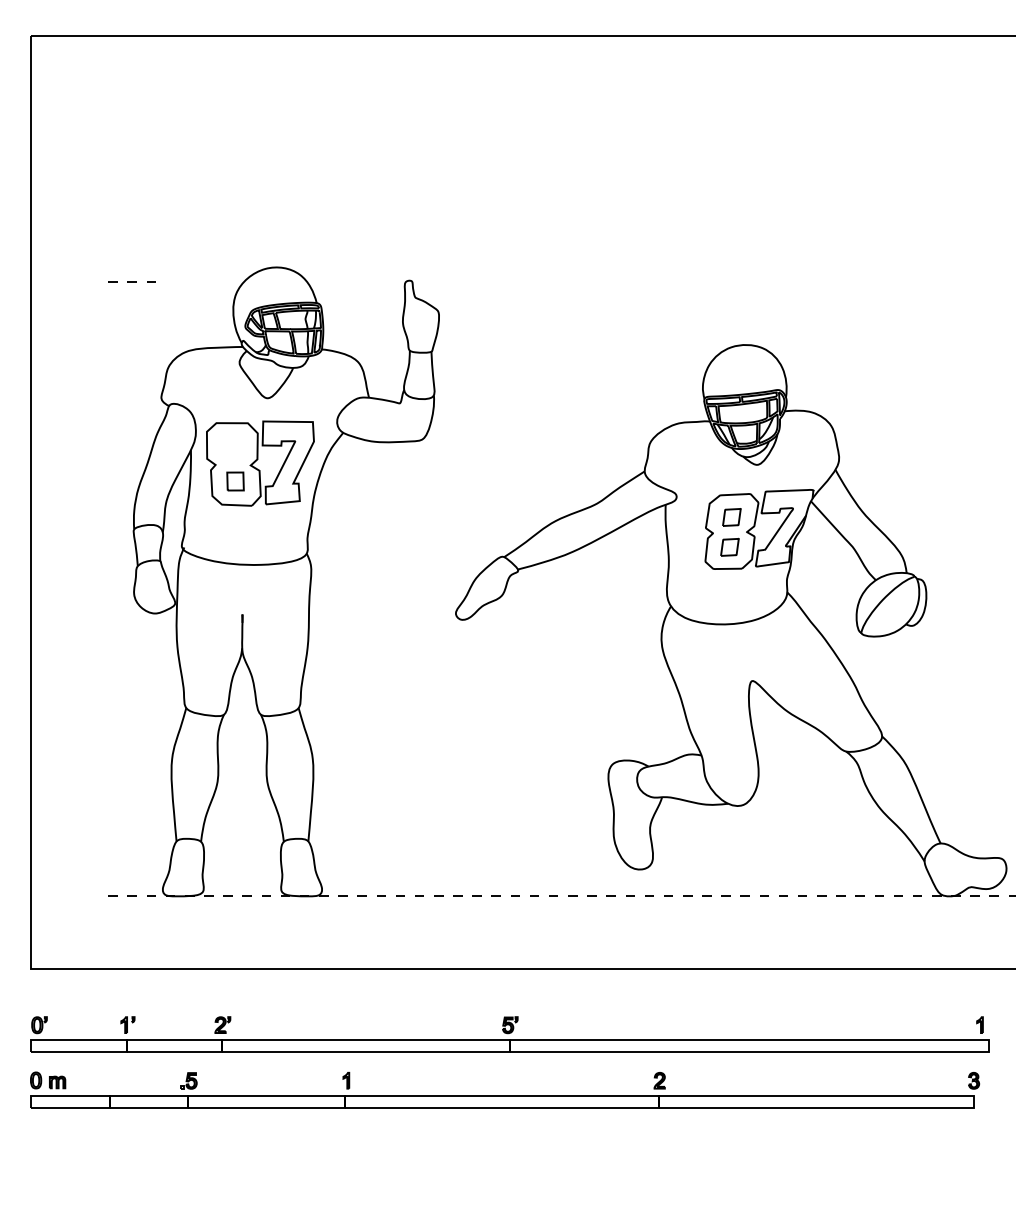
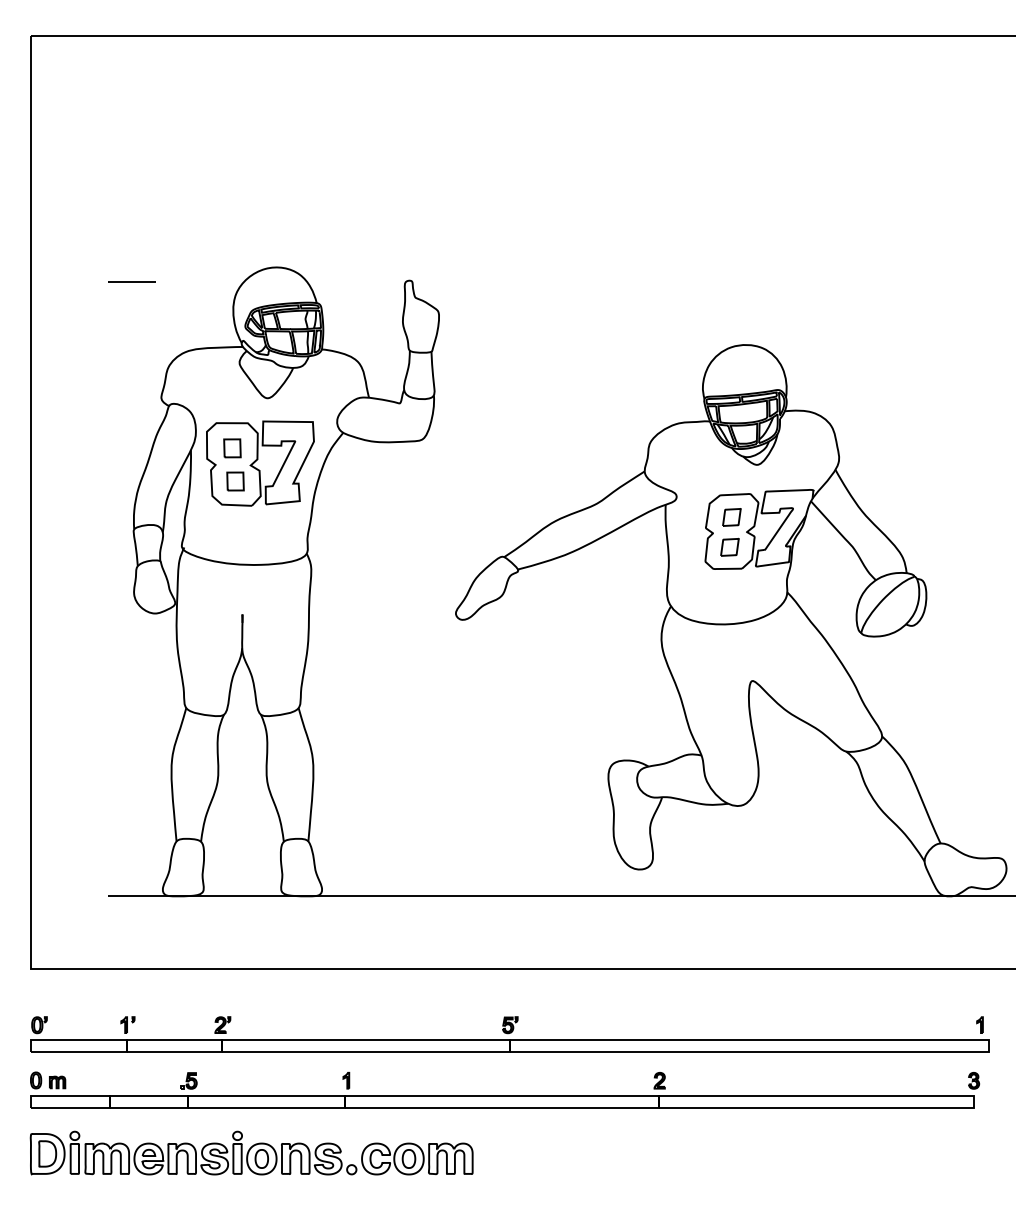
line at (132, 281): dashed -> solid
part at (232, 448): none -> present
line at (562, 896): dashed -> solid
part at (251, 1152): none -> present
